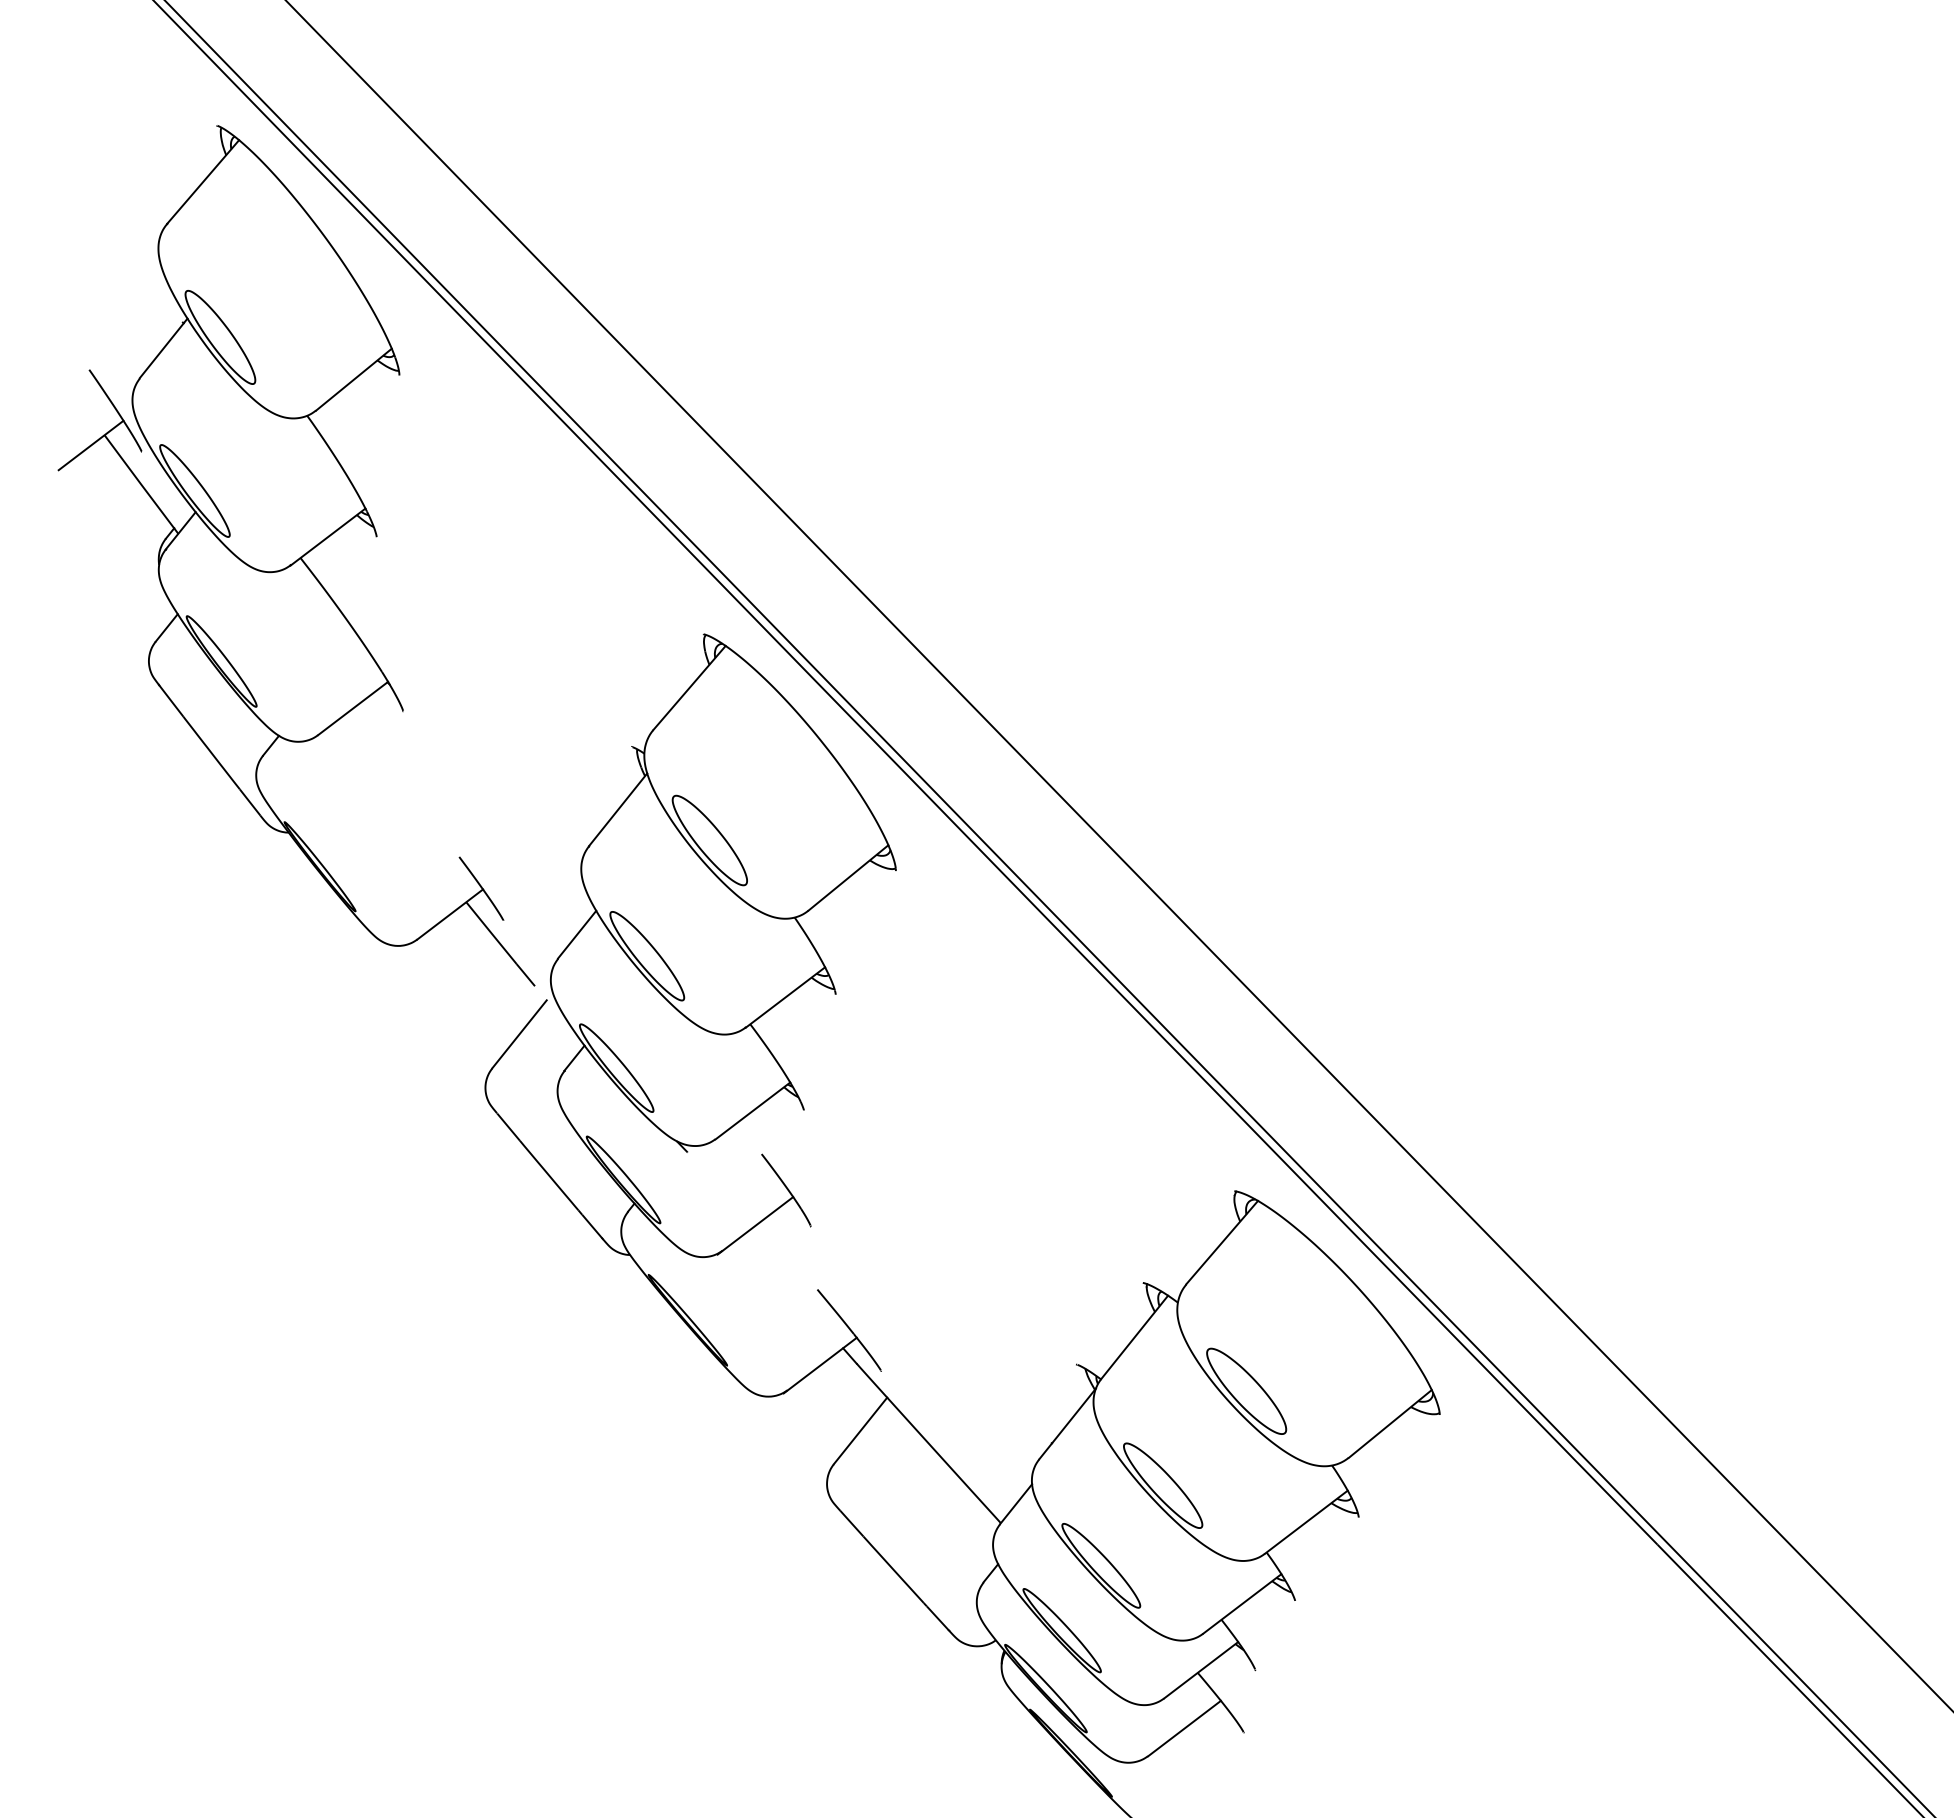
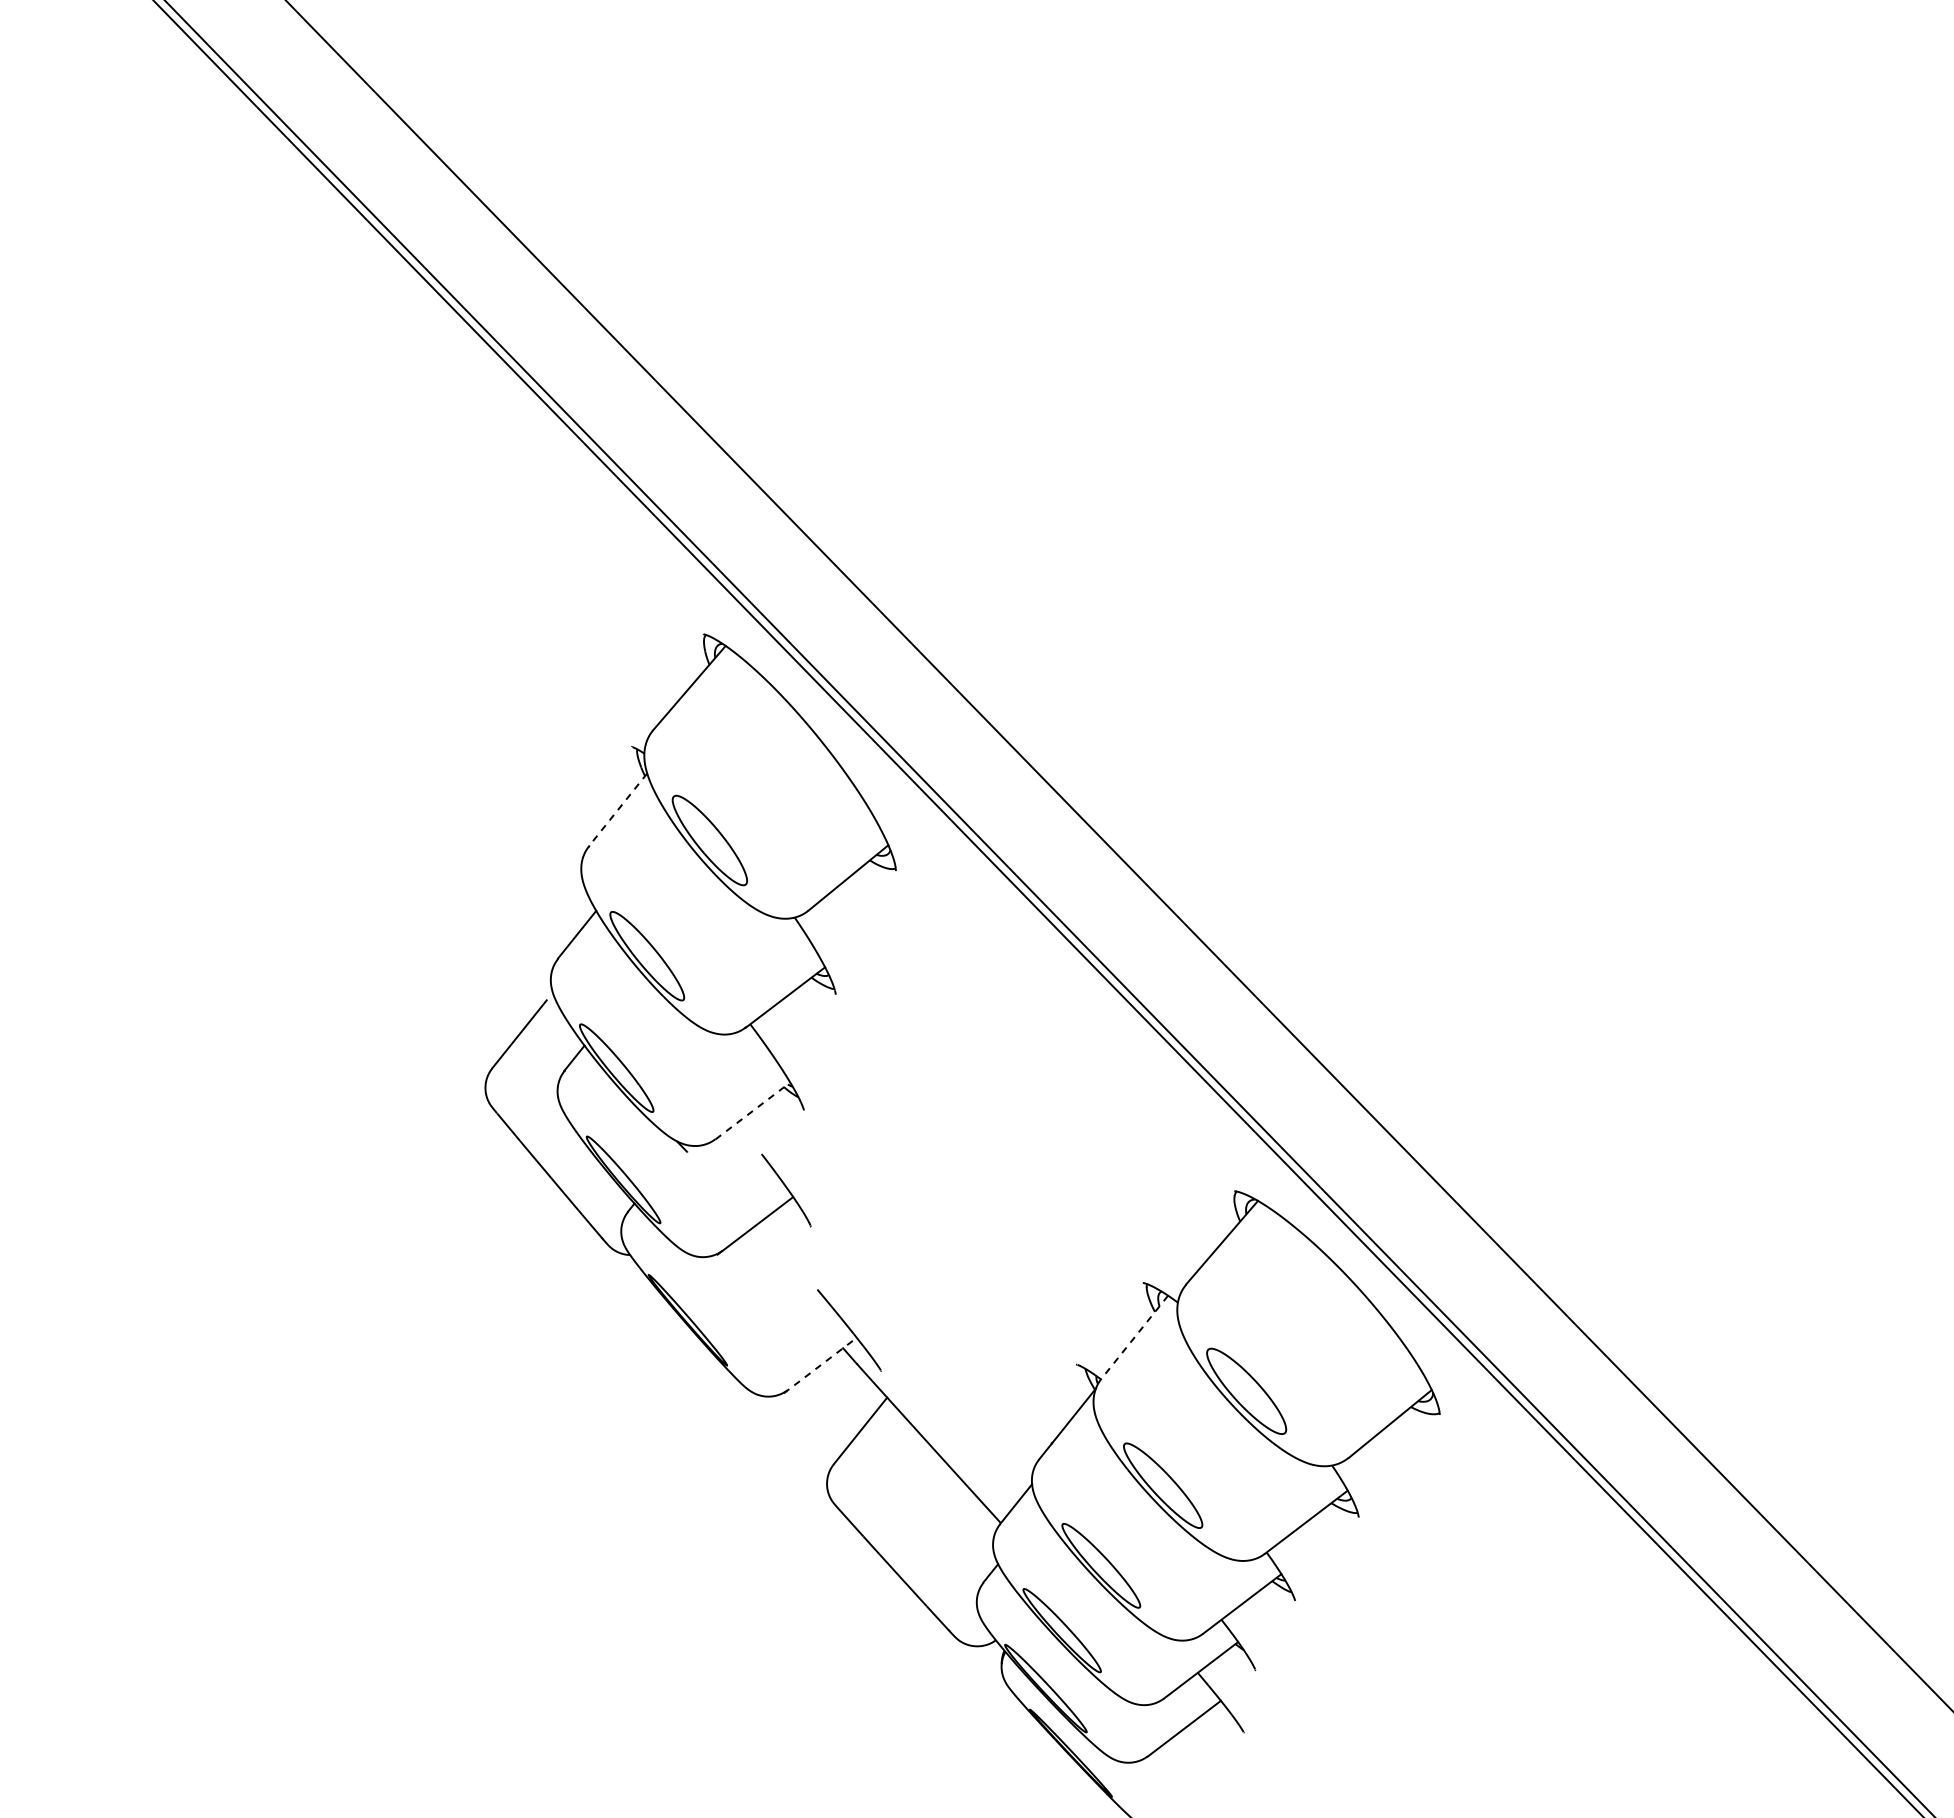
part at (296, 555): present -> none
line at (618, 809): solid -> dashed
line at (752, 1110): solid -> dashed
line at (1134, 1337): solid -> dashed
line at (820, 1365): solid -> dashed
